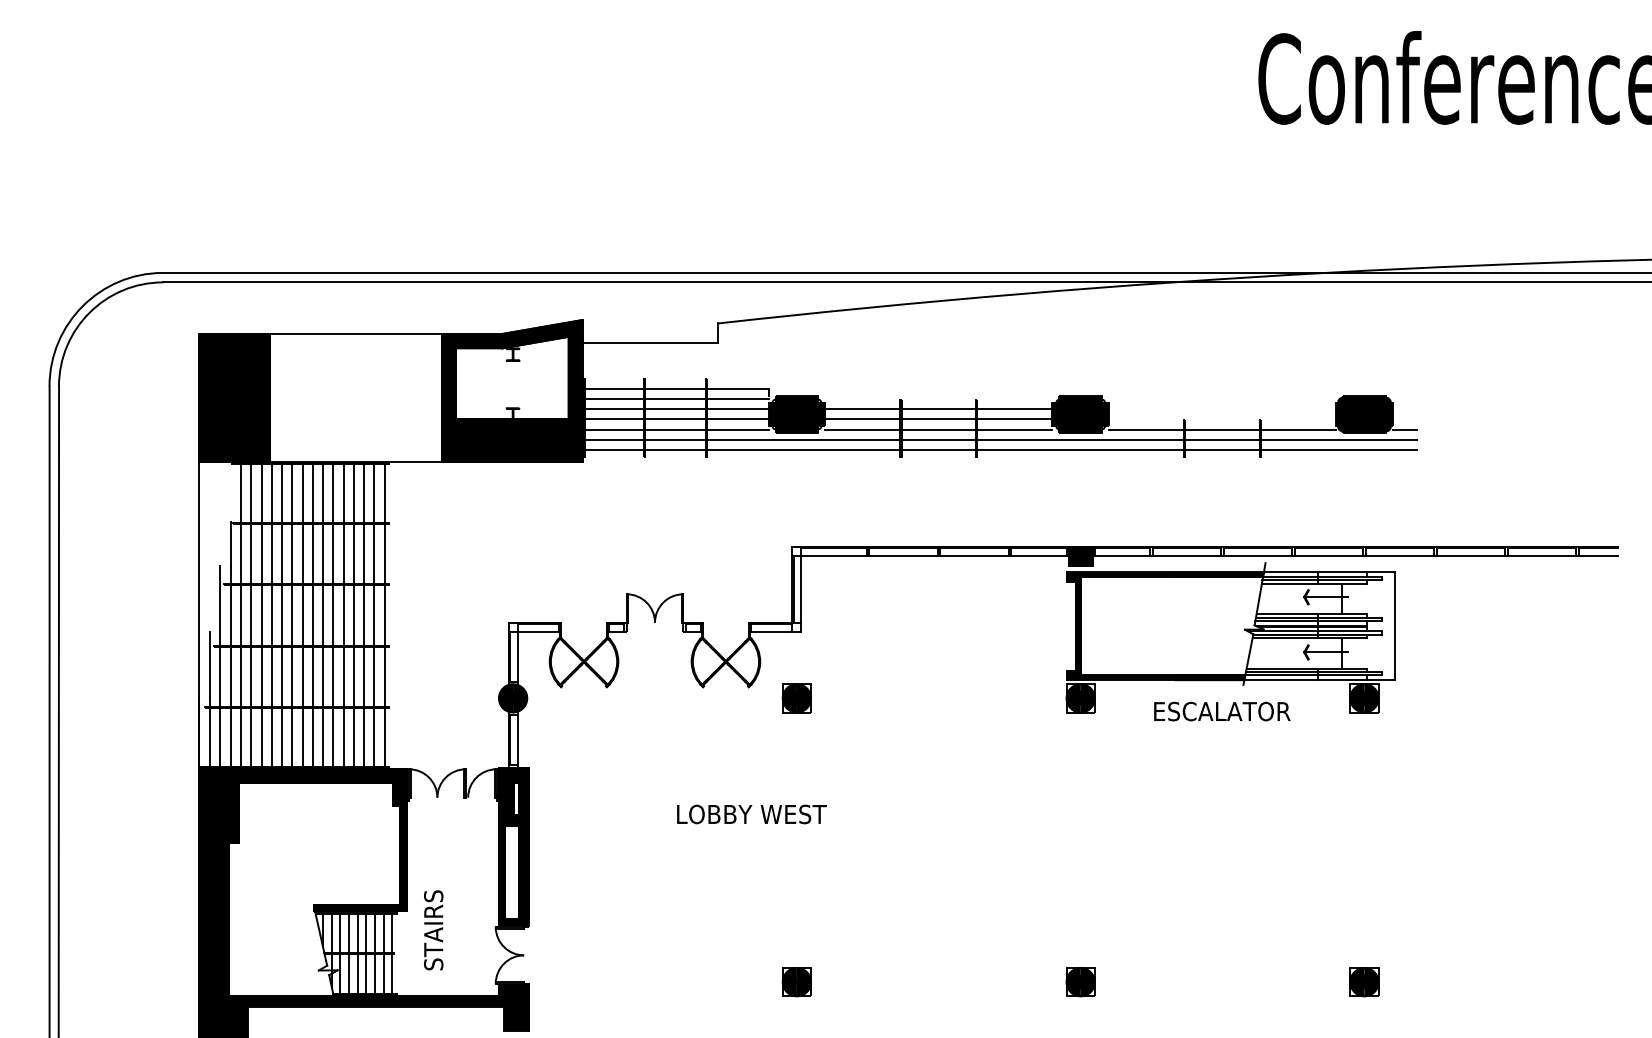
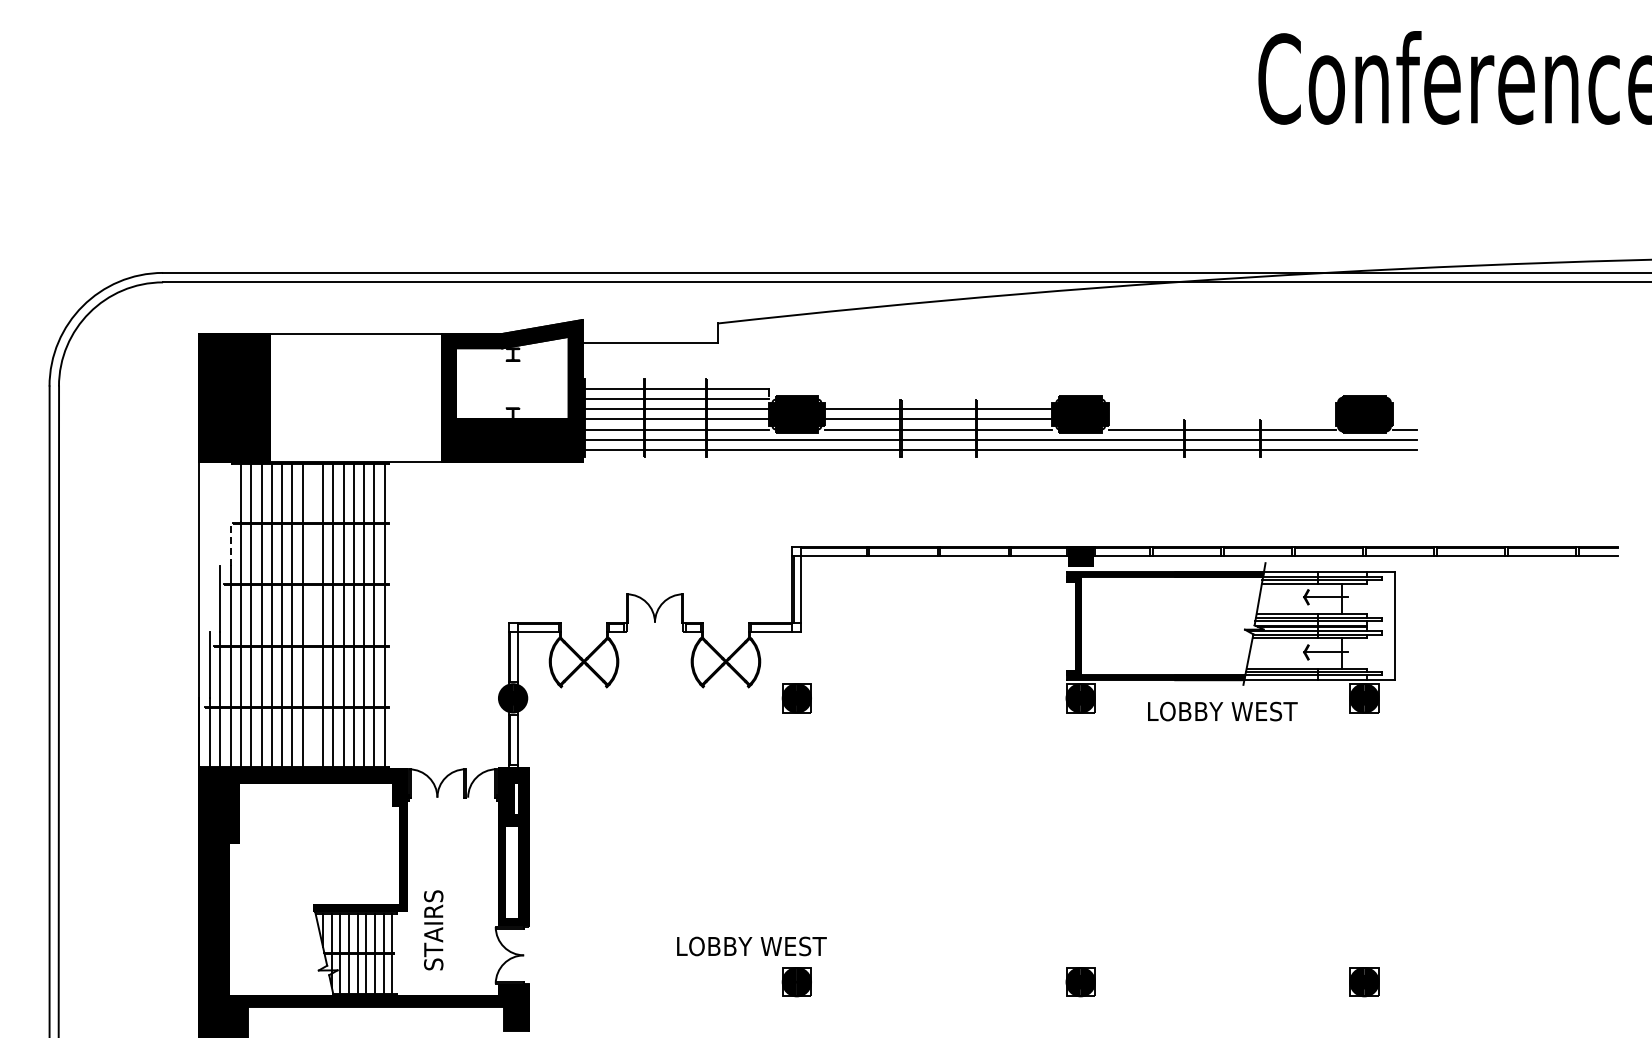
line at (230, 543): solid -> dashed
line at (312, 615): present -> none
text at (1222, 711): ESCALATOR -> LOBBY WEST
text at (751, 814) position: (751, 814) -> (751, 946)
